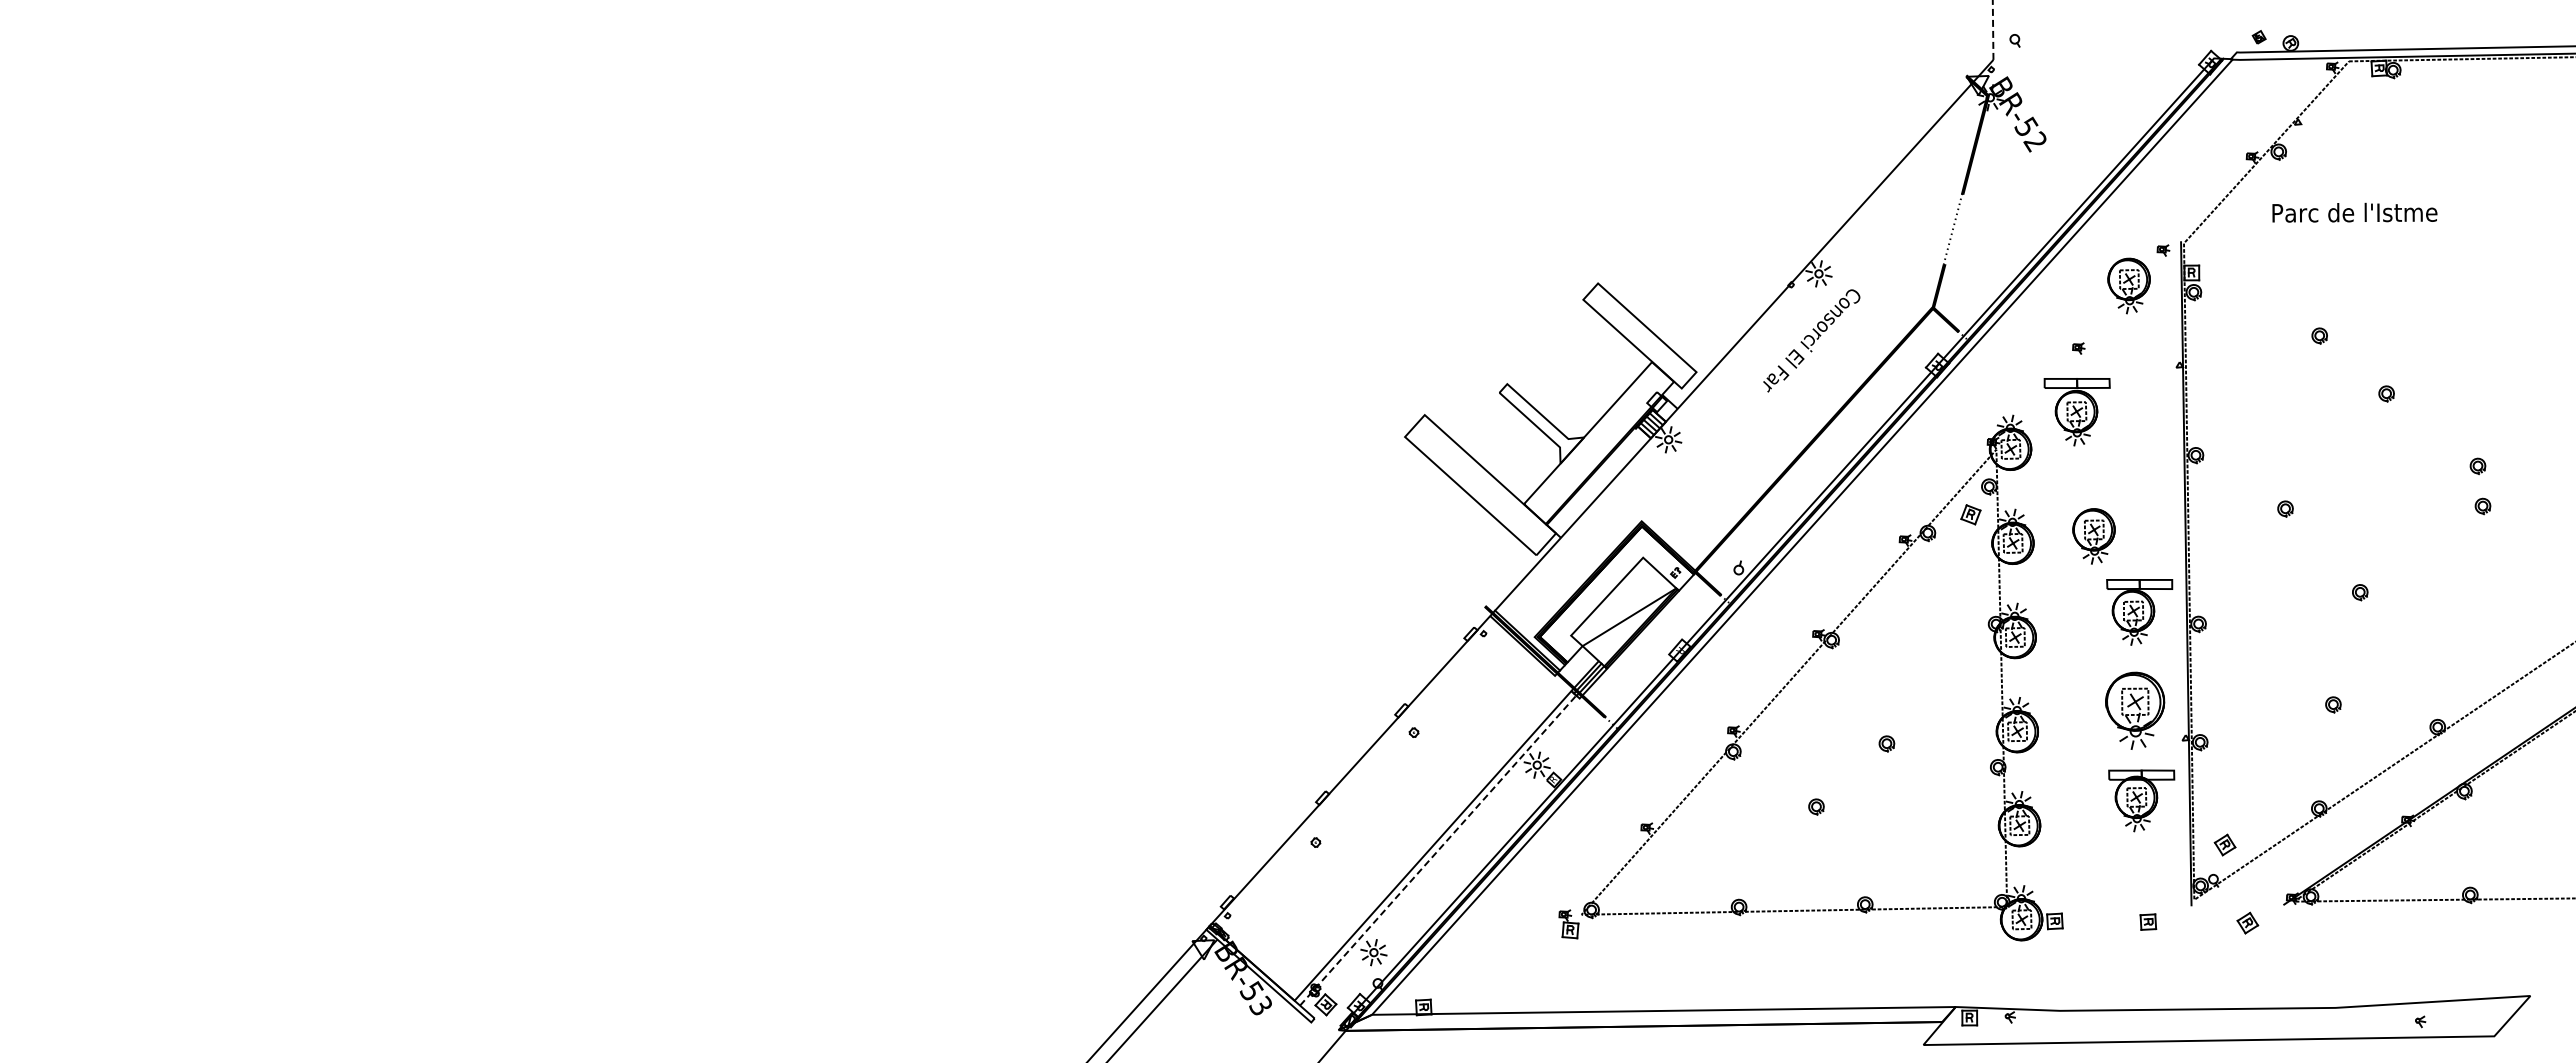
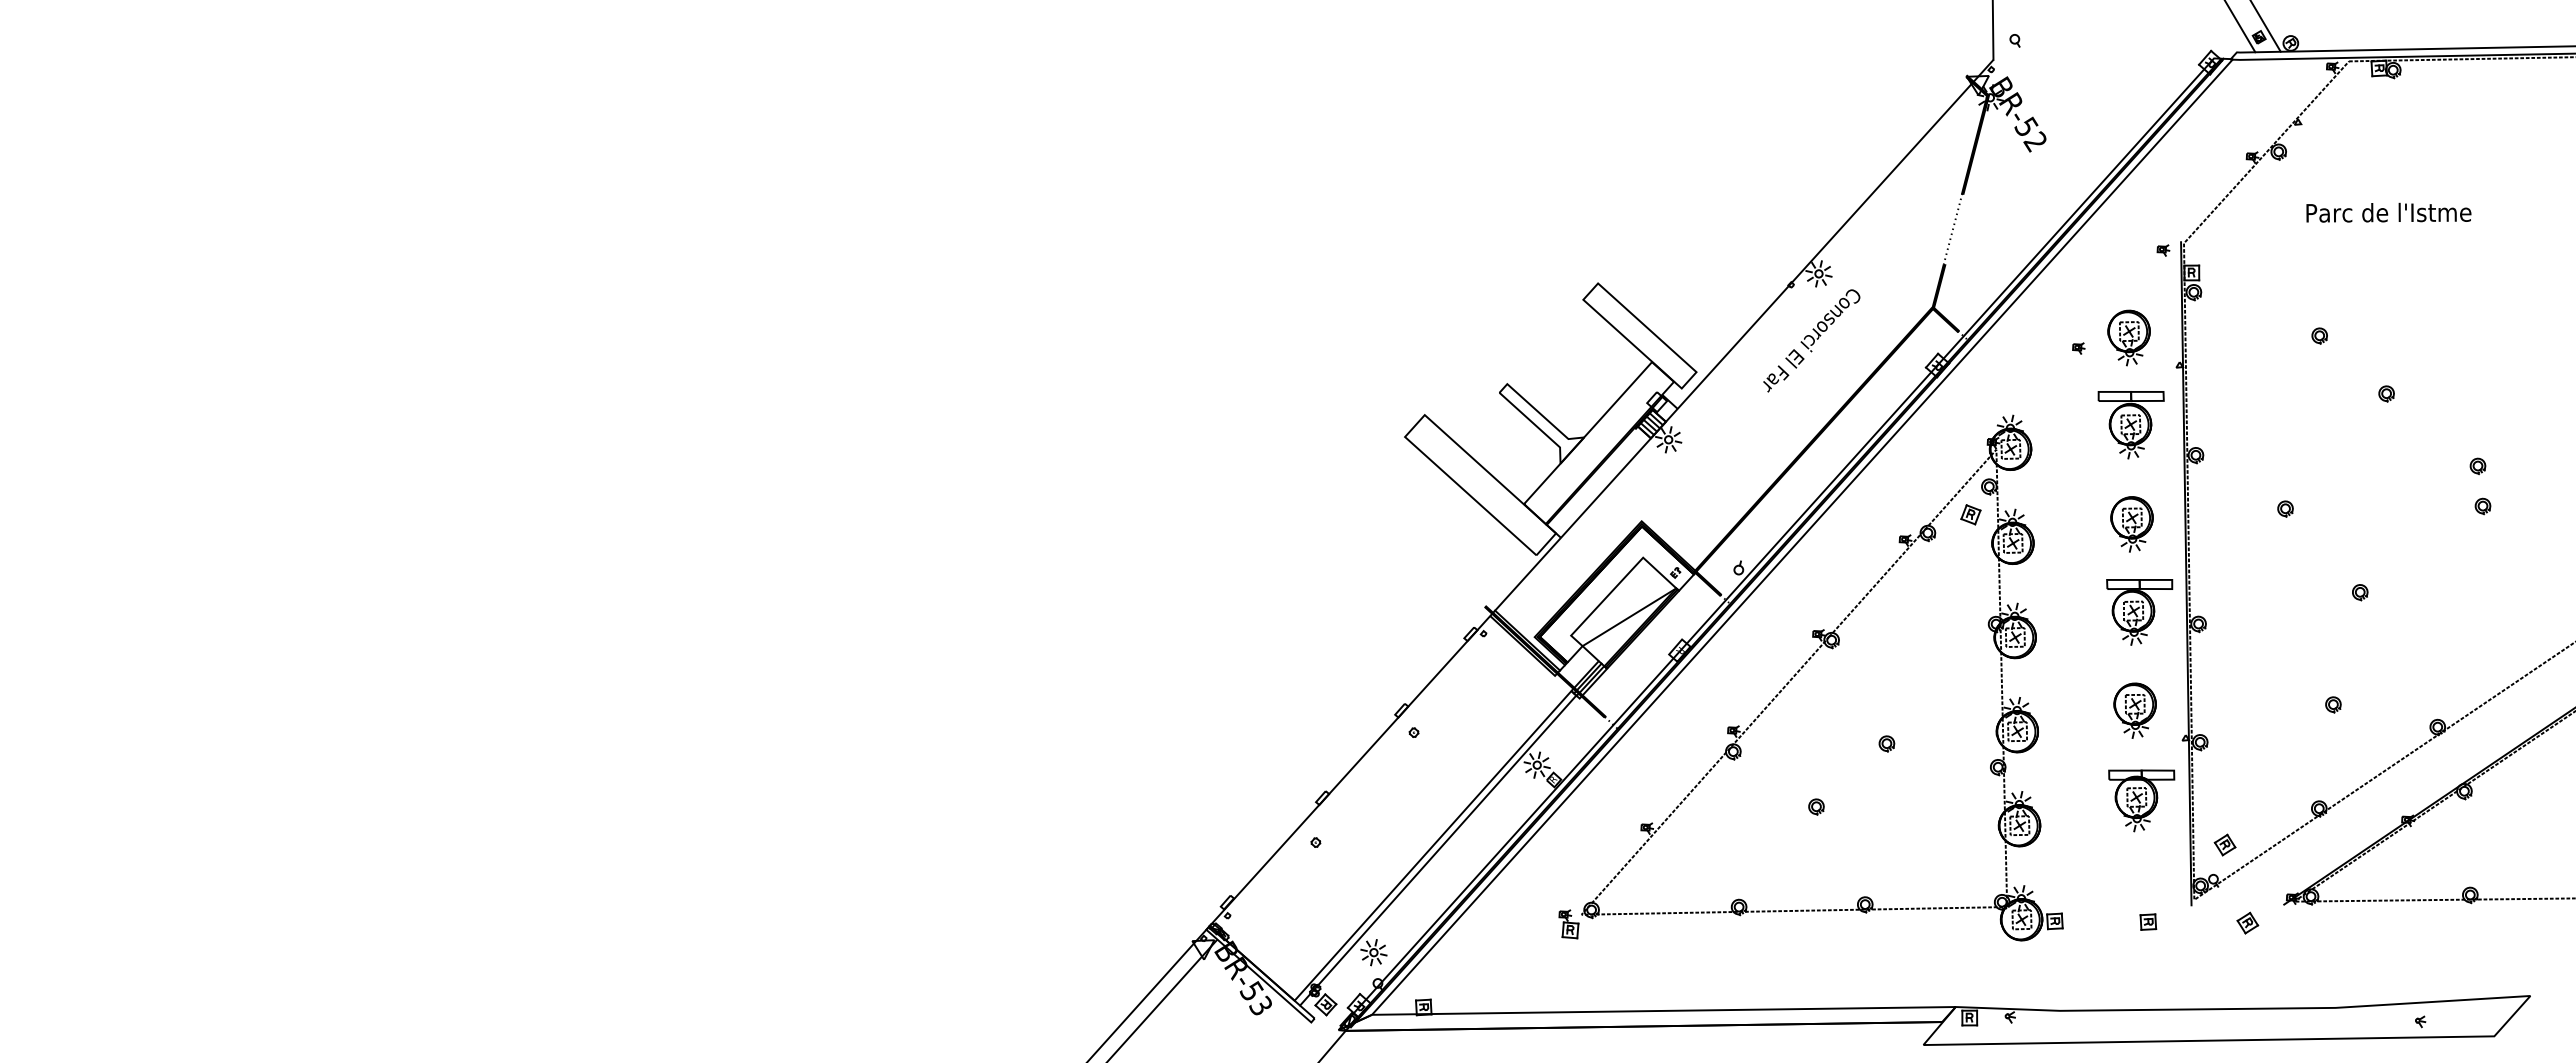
line at (2265, 26): none -> present
line at (2240, 27): none -> present
line at (1993, 30): dashed -> solid
text at (2354, 212) position: (2354, 212) -> (2388, 212)
part at (2128, 285) position: (2128, 285) -> (2128, 337)
part at (2076, 412) position: (2076, 412) -> (2130, 425)
part at (2093, 536) position: (2093, 536) -> (2131, 524)
part at (2135, 710) size: 61x79 px -> 44x57 px
line at (1438, 850): dashed -> solid
